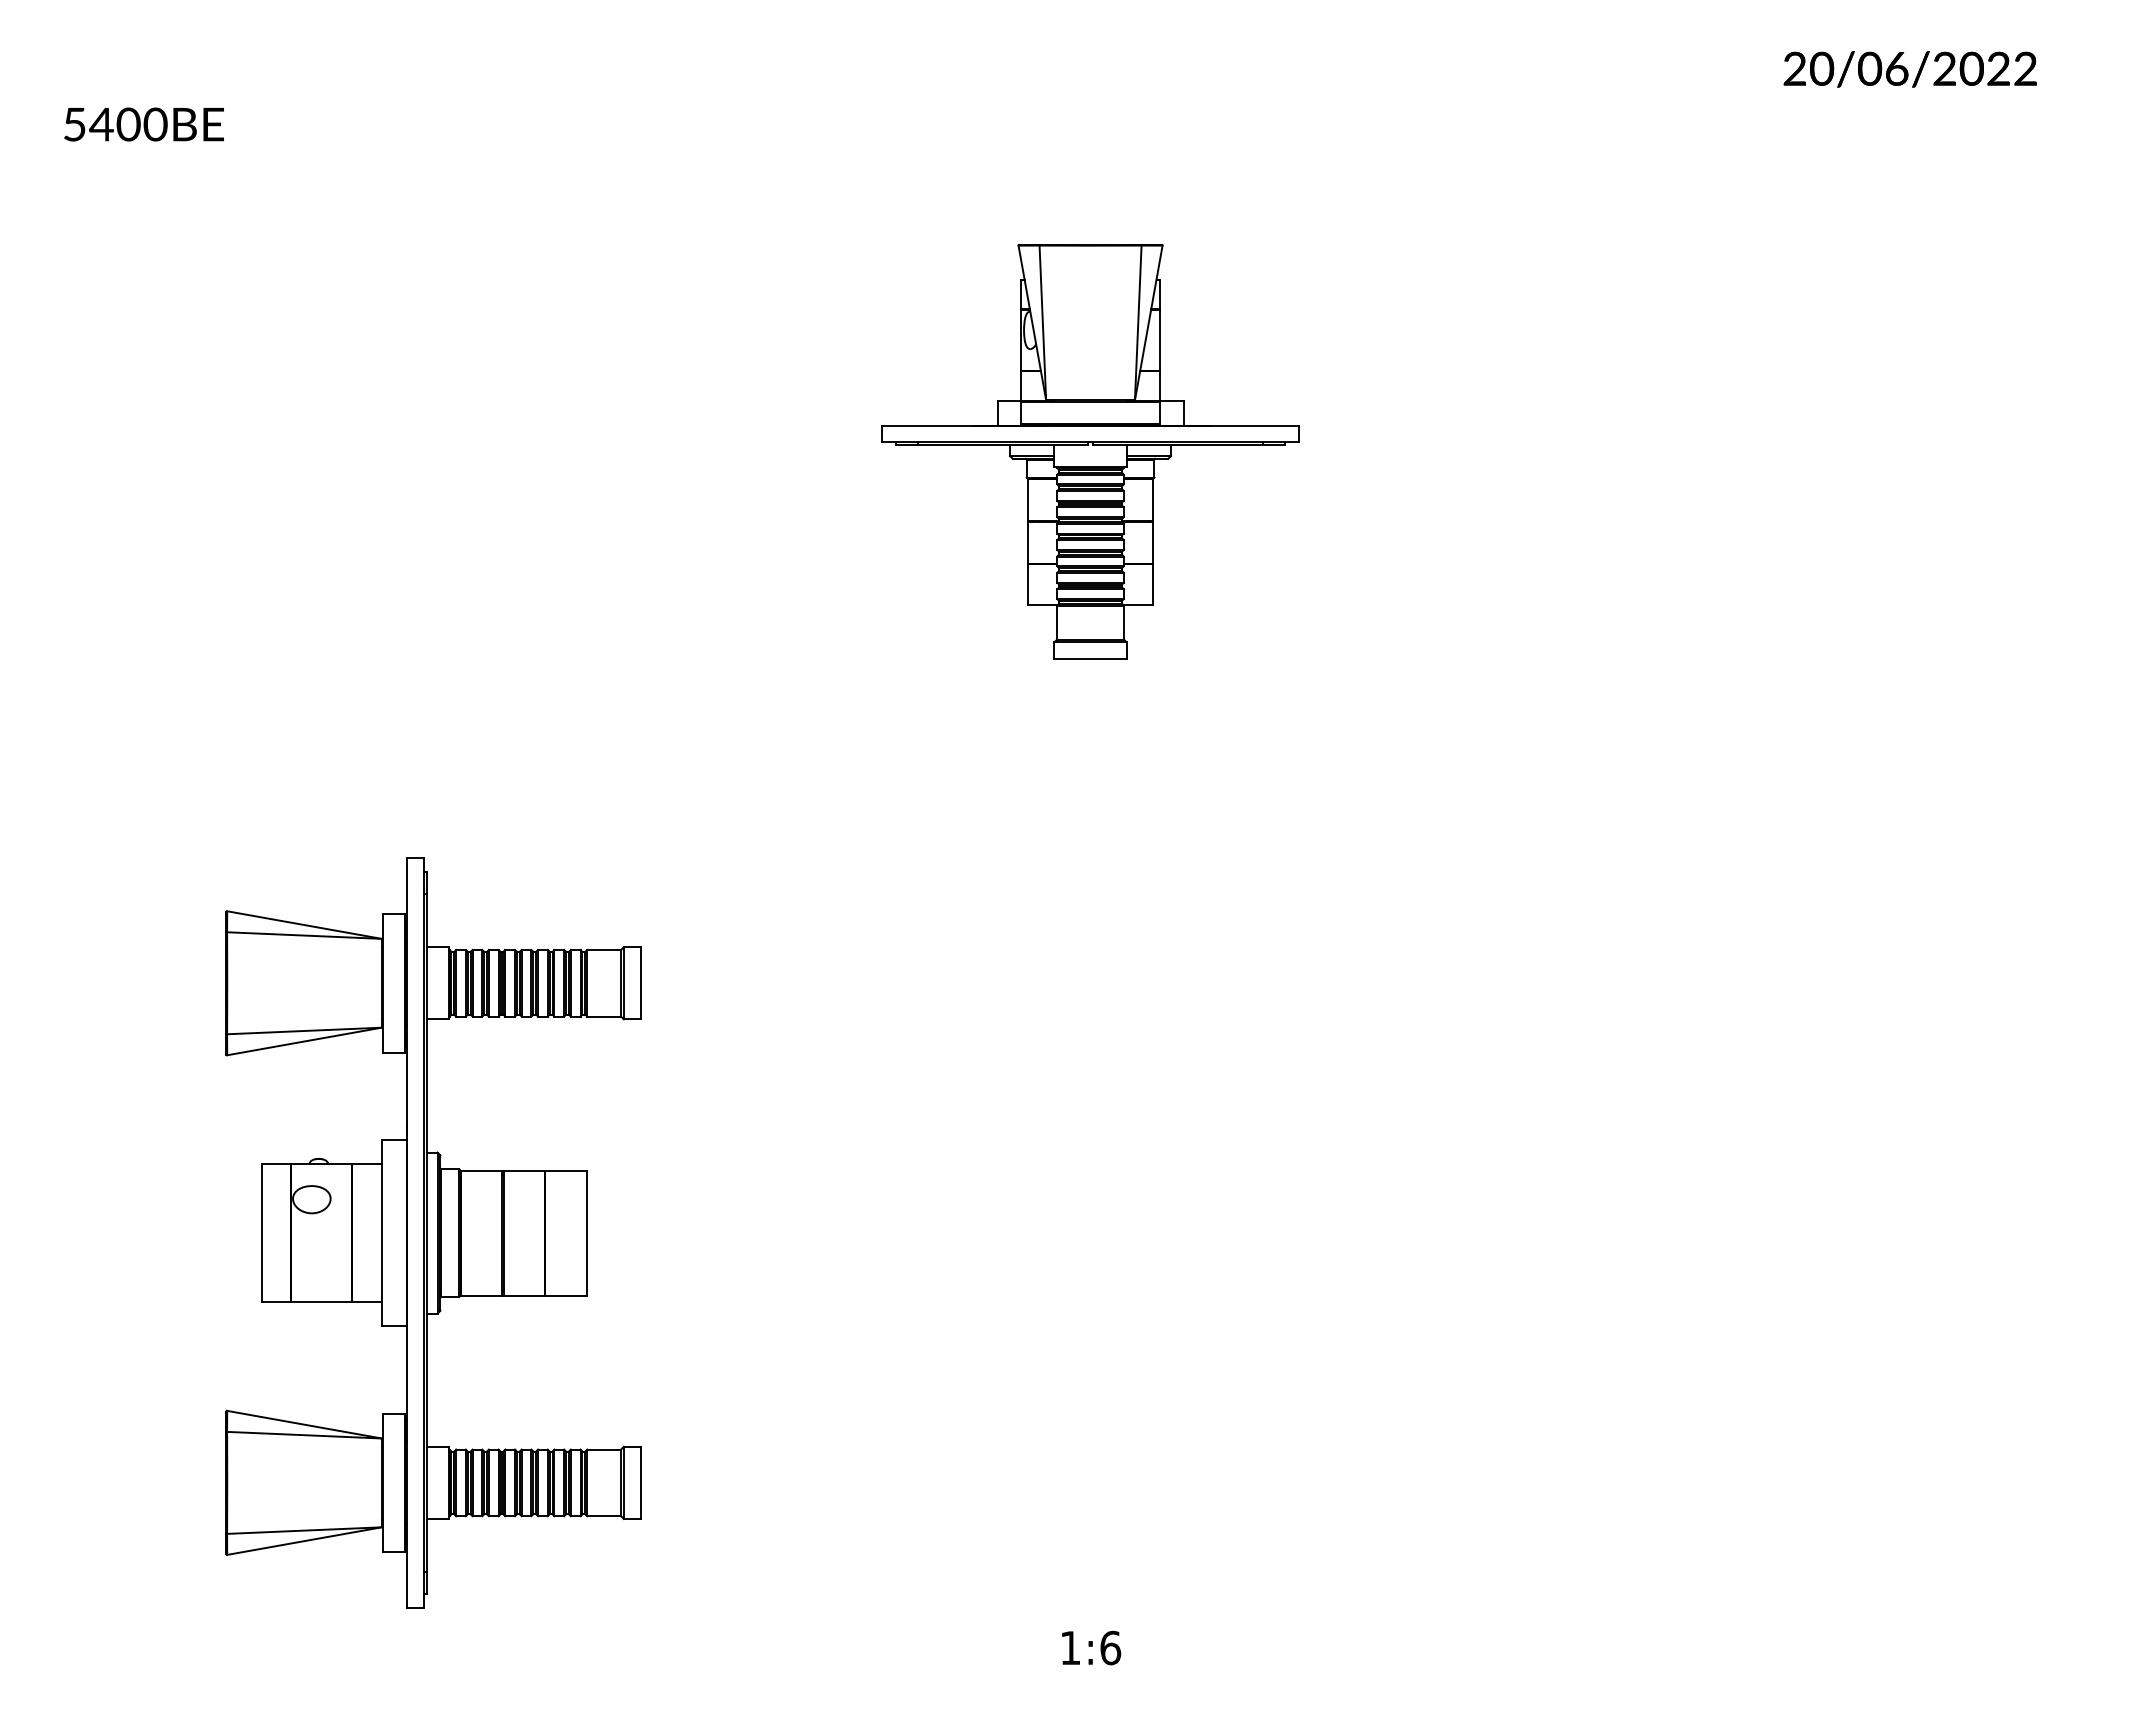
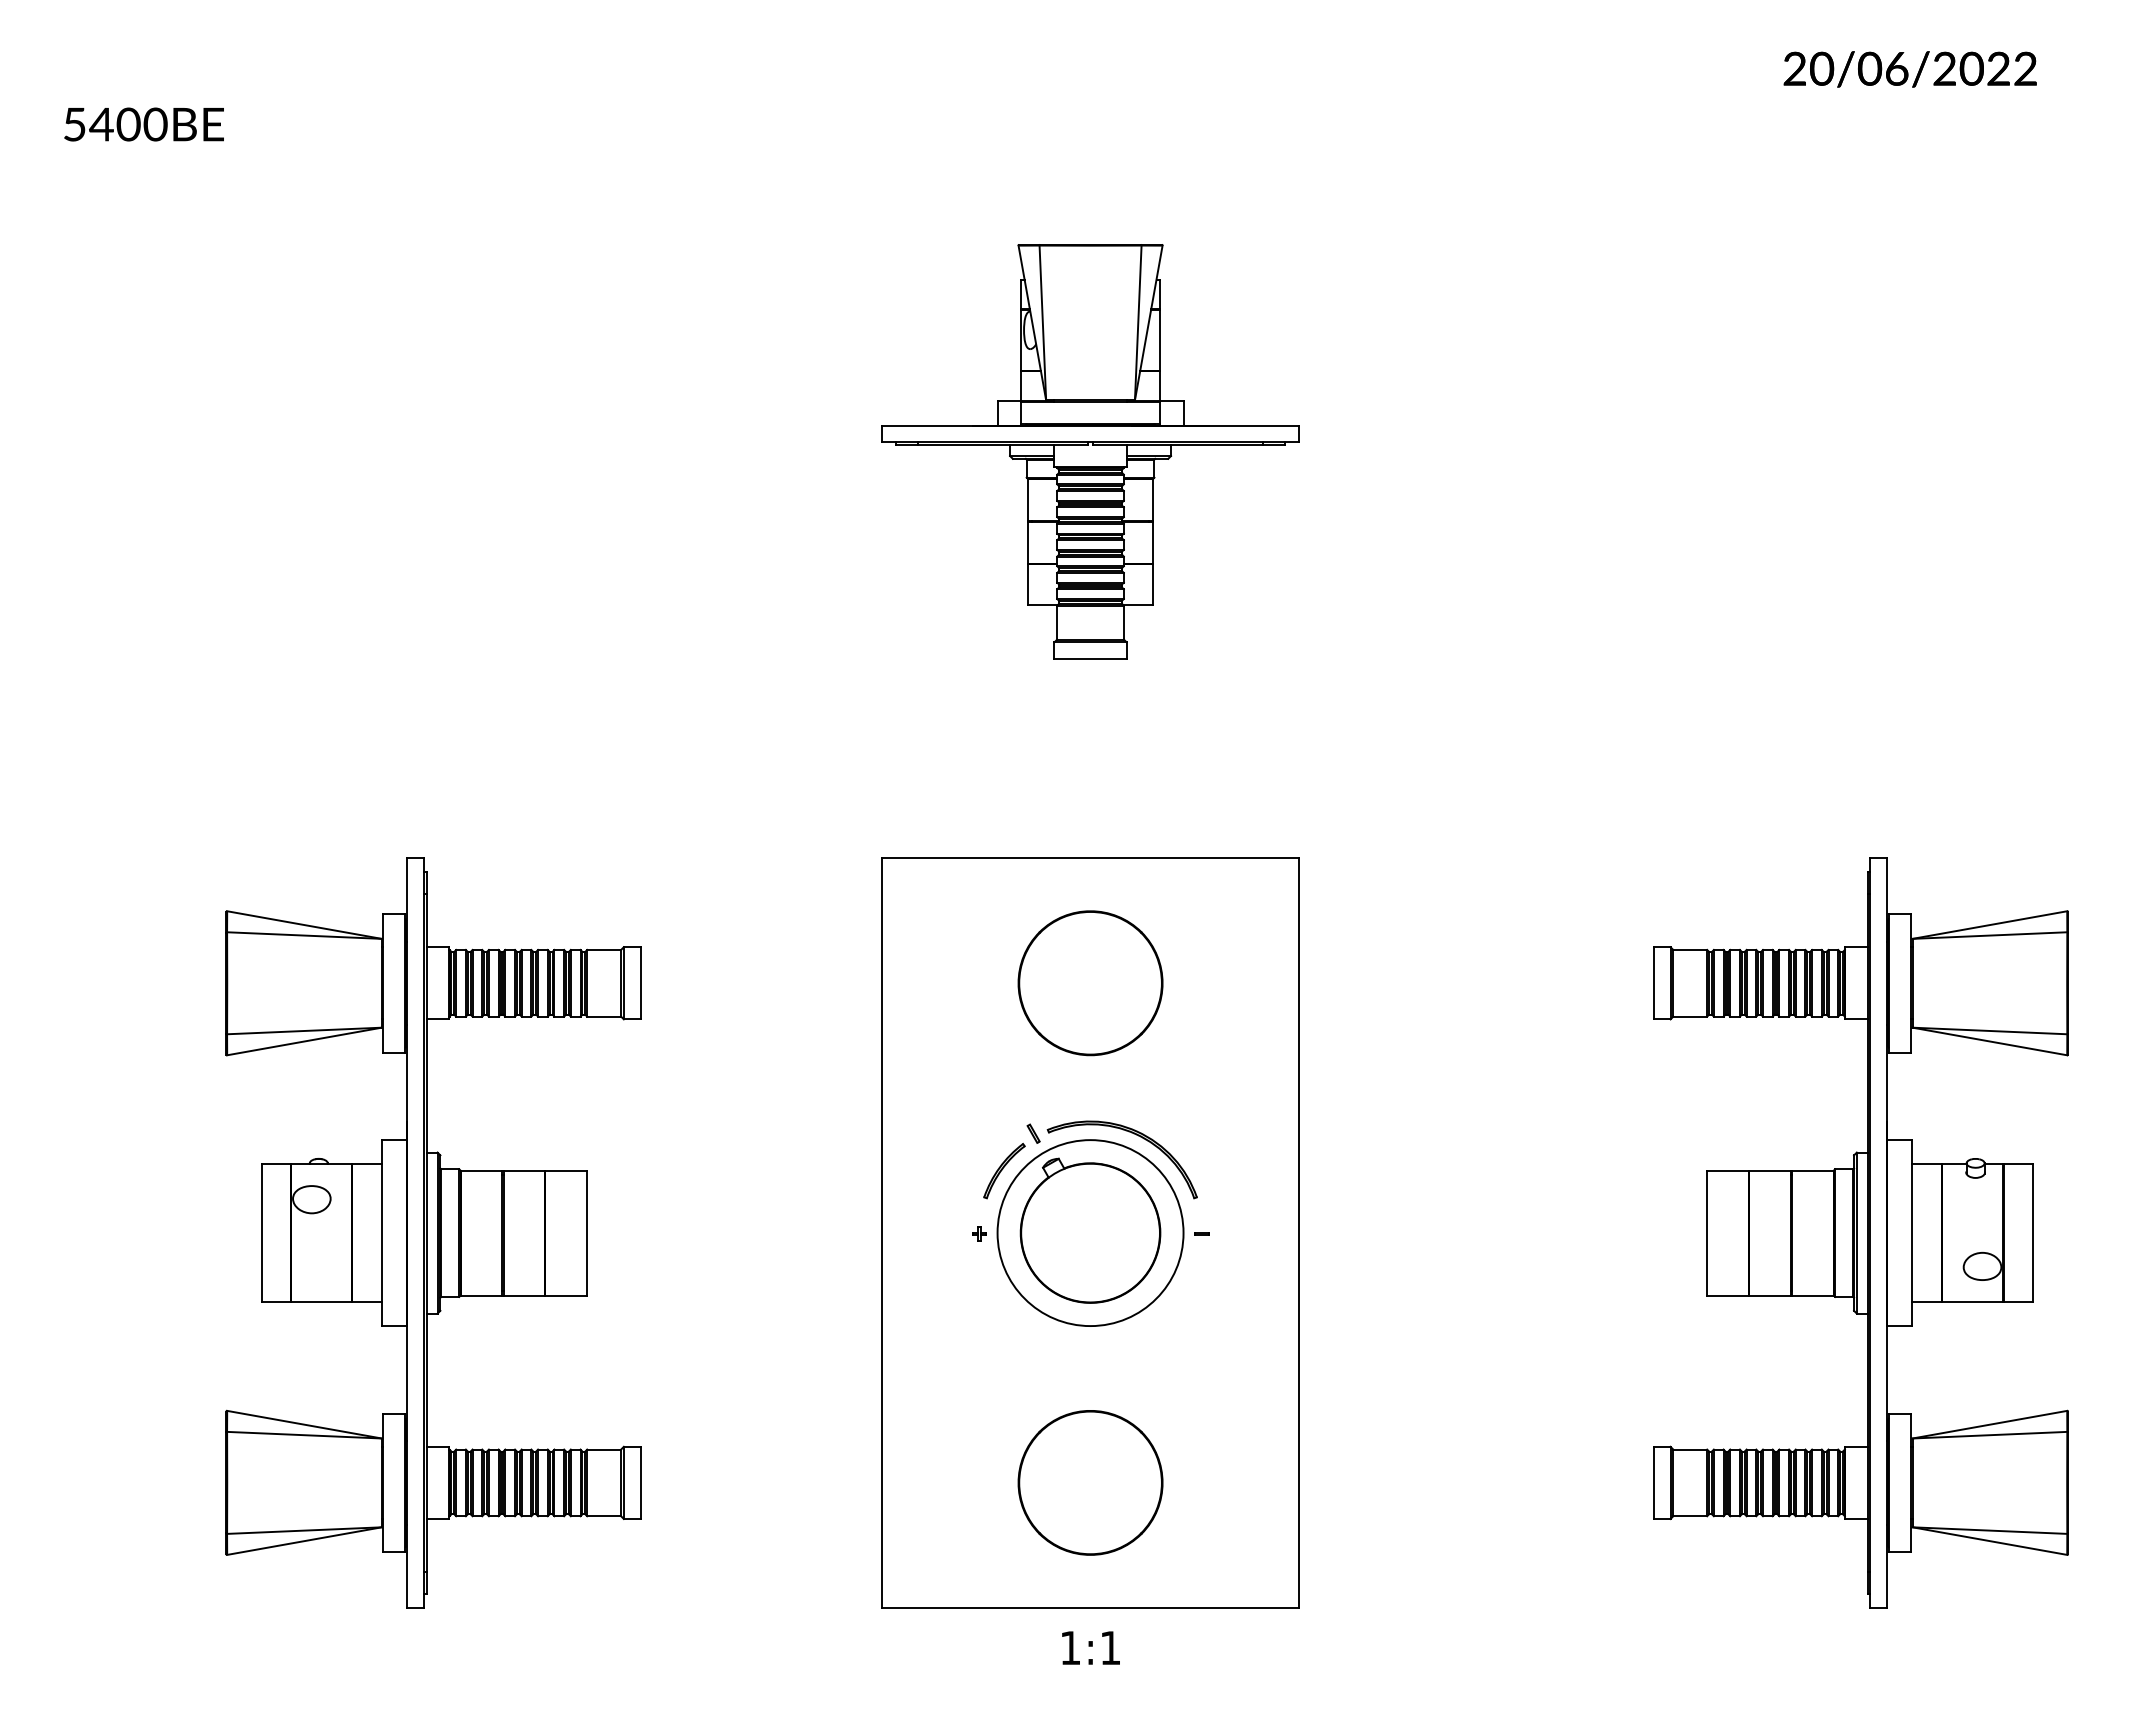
part at (1090, 1232): none -> present
part at (1860, 1232): none -> present
text at (1110, 1647): 1:6 -> 1:1
